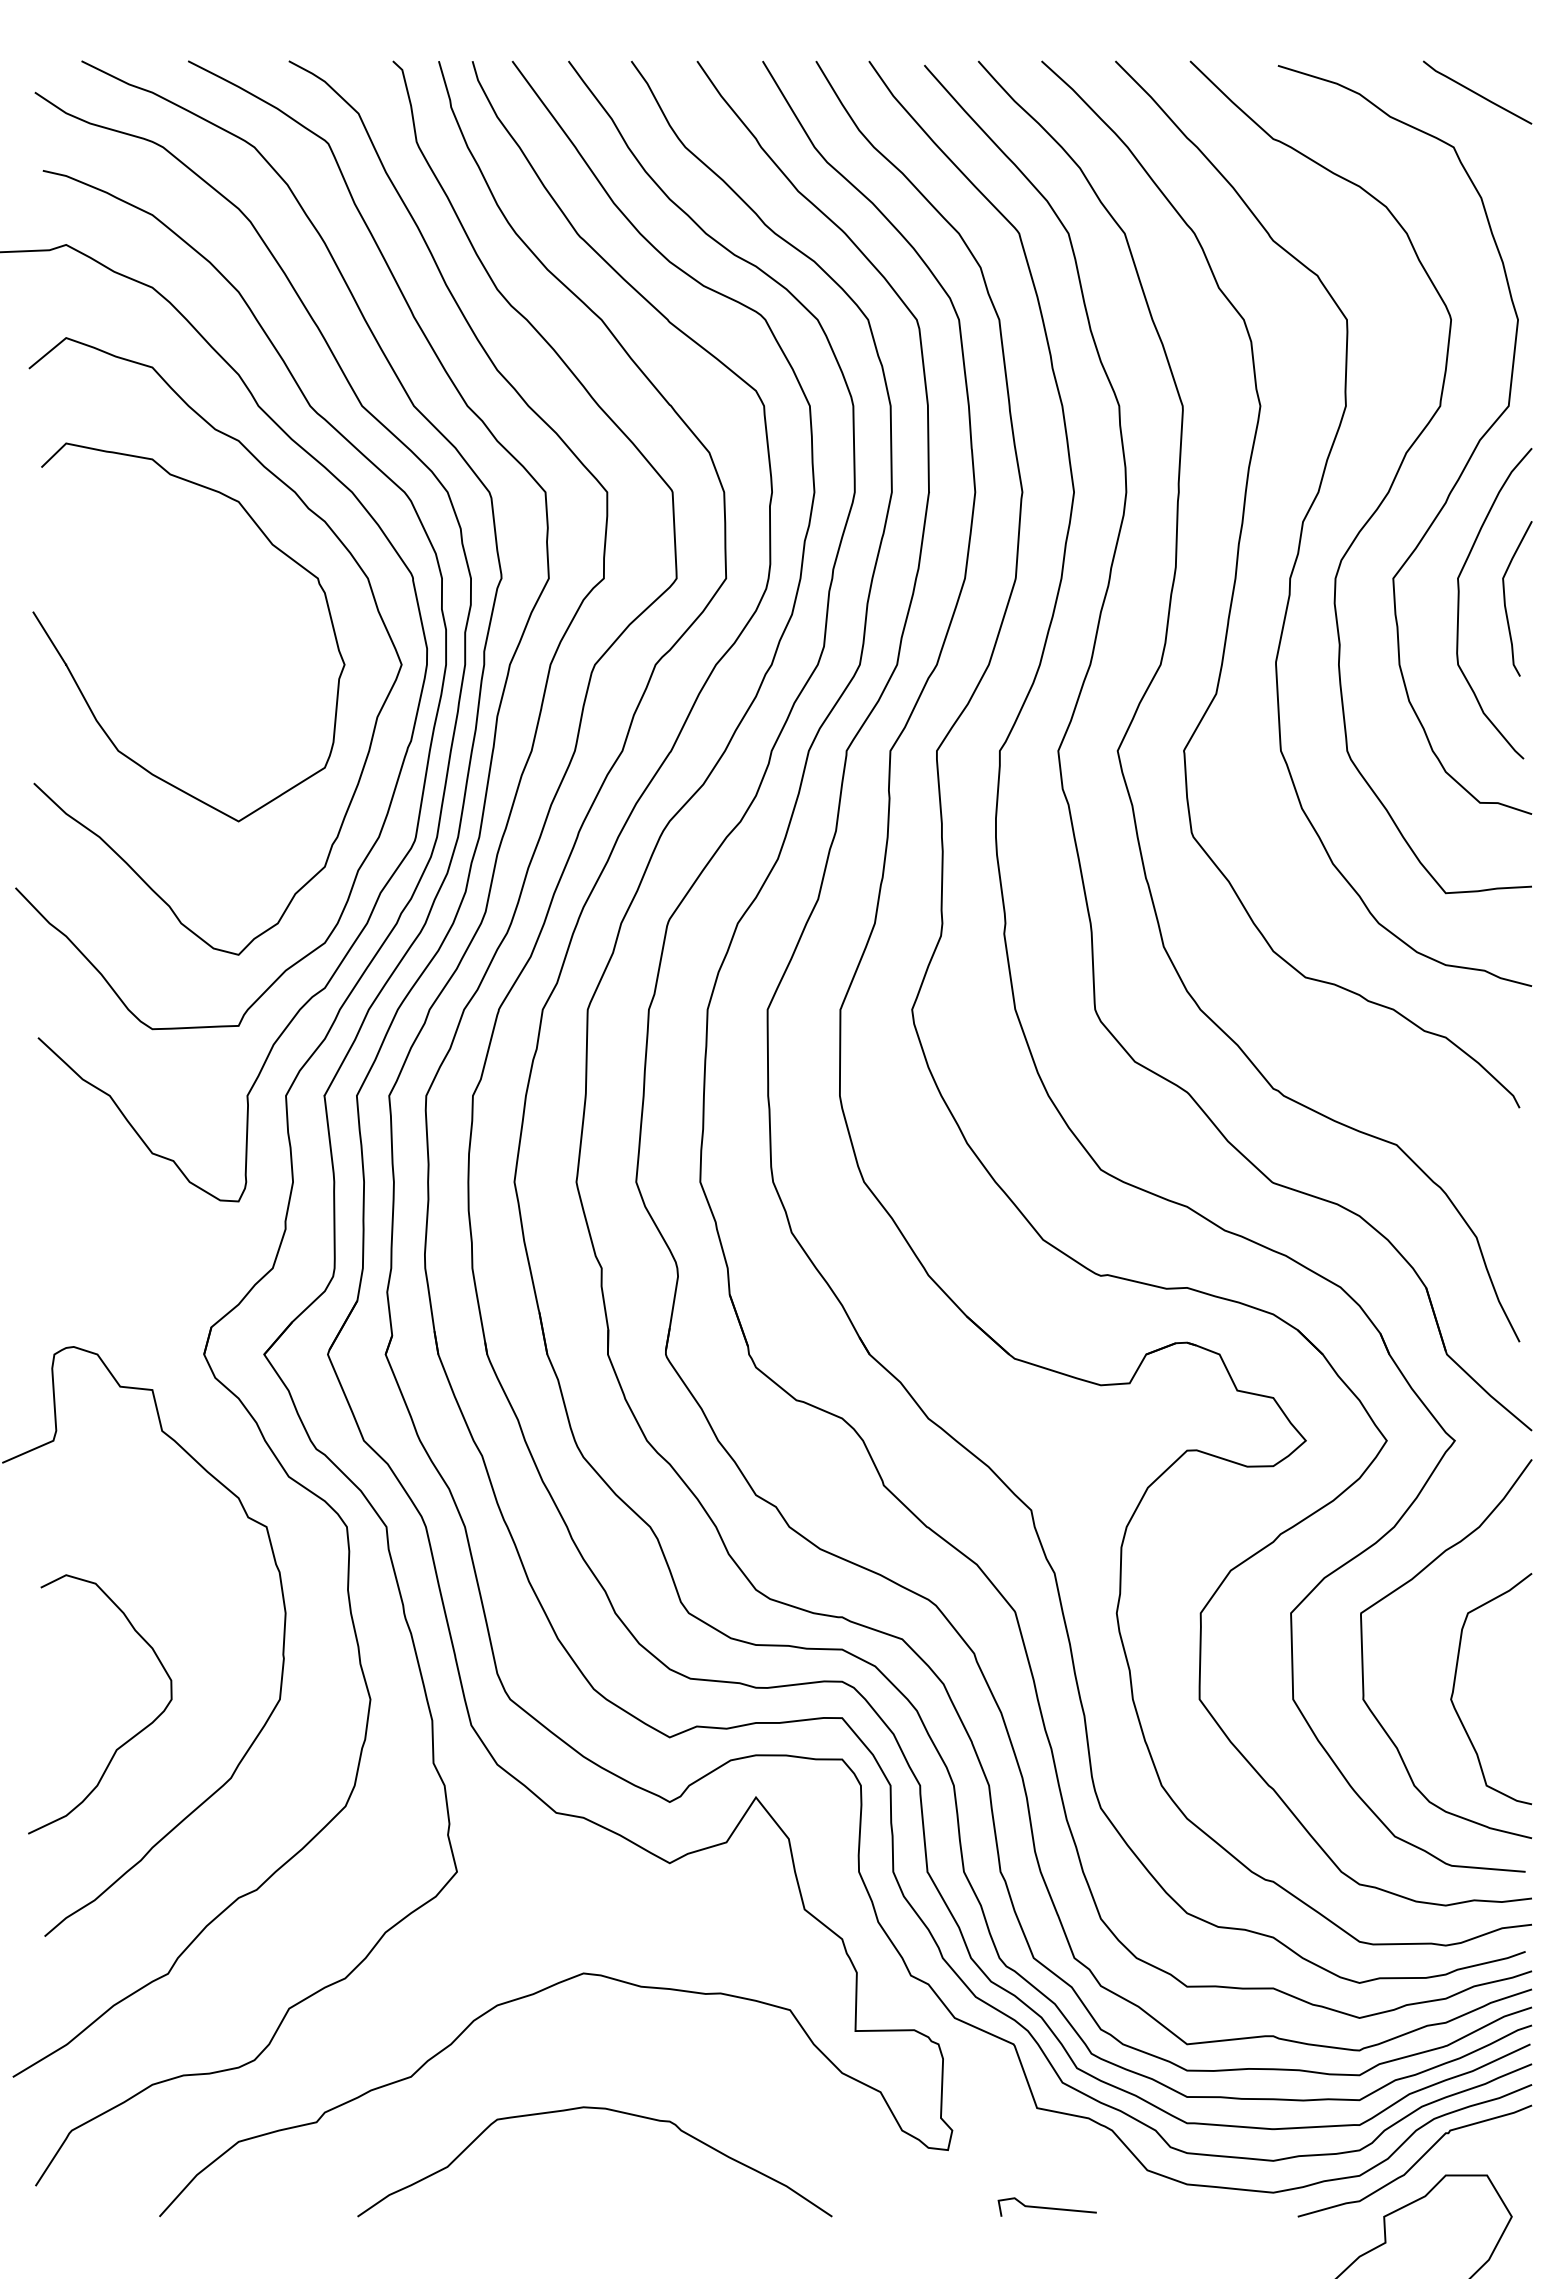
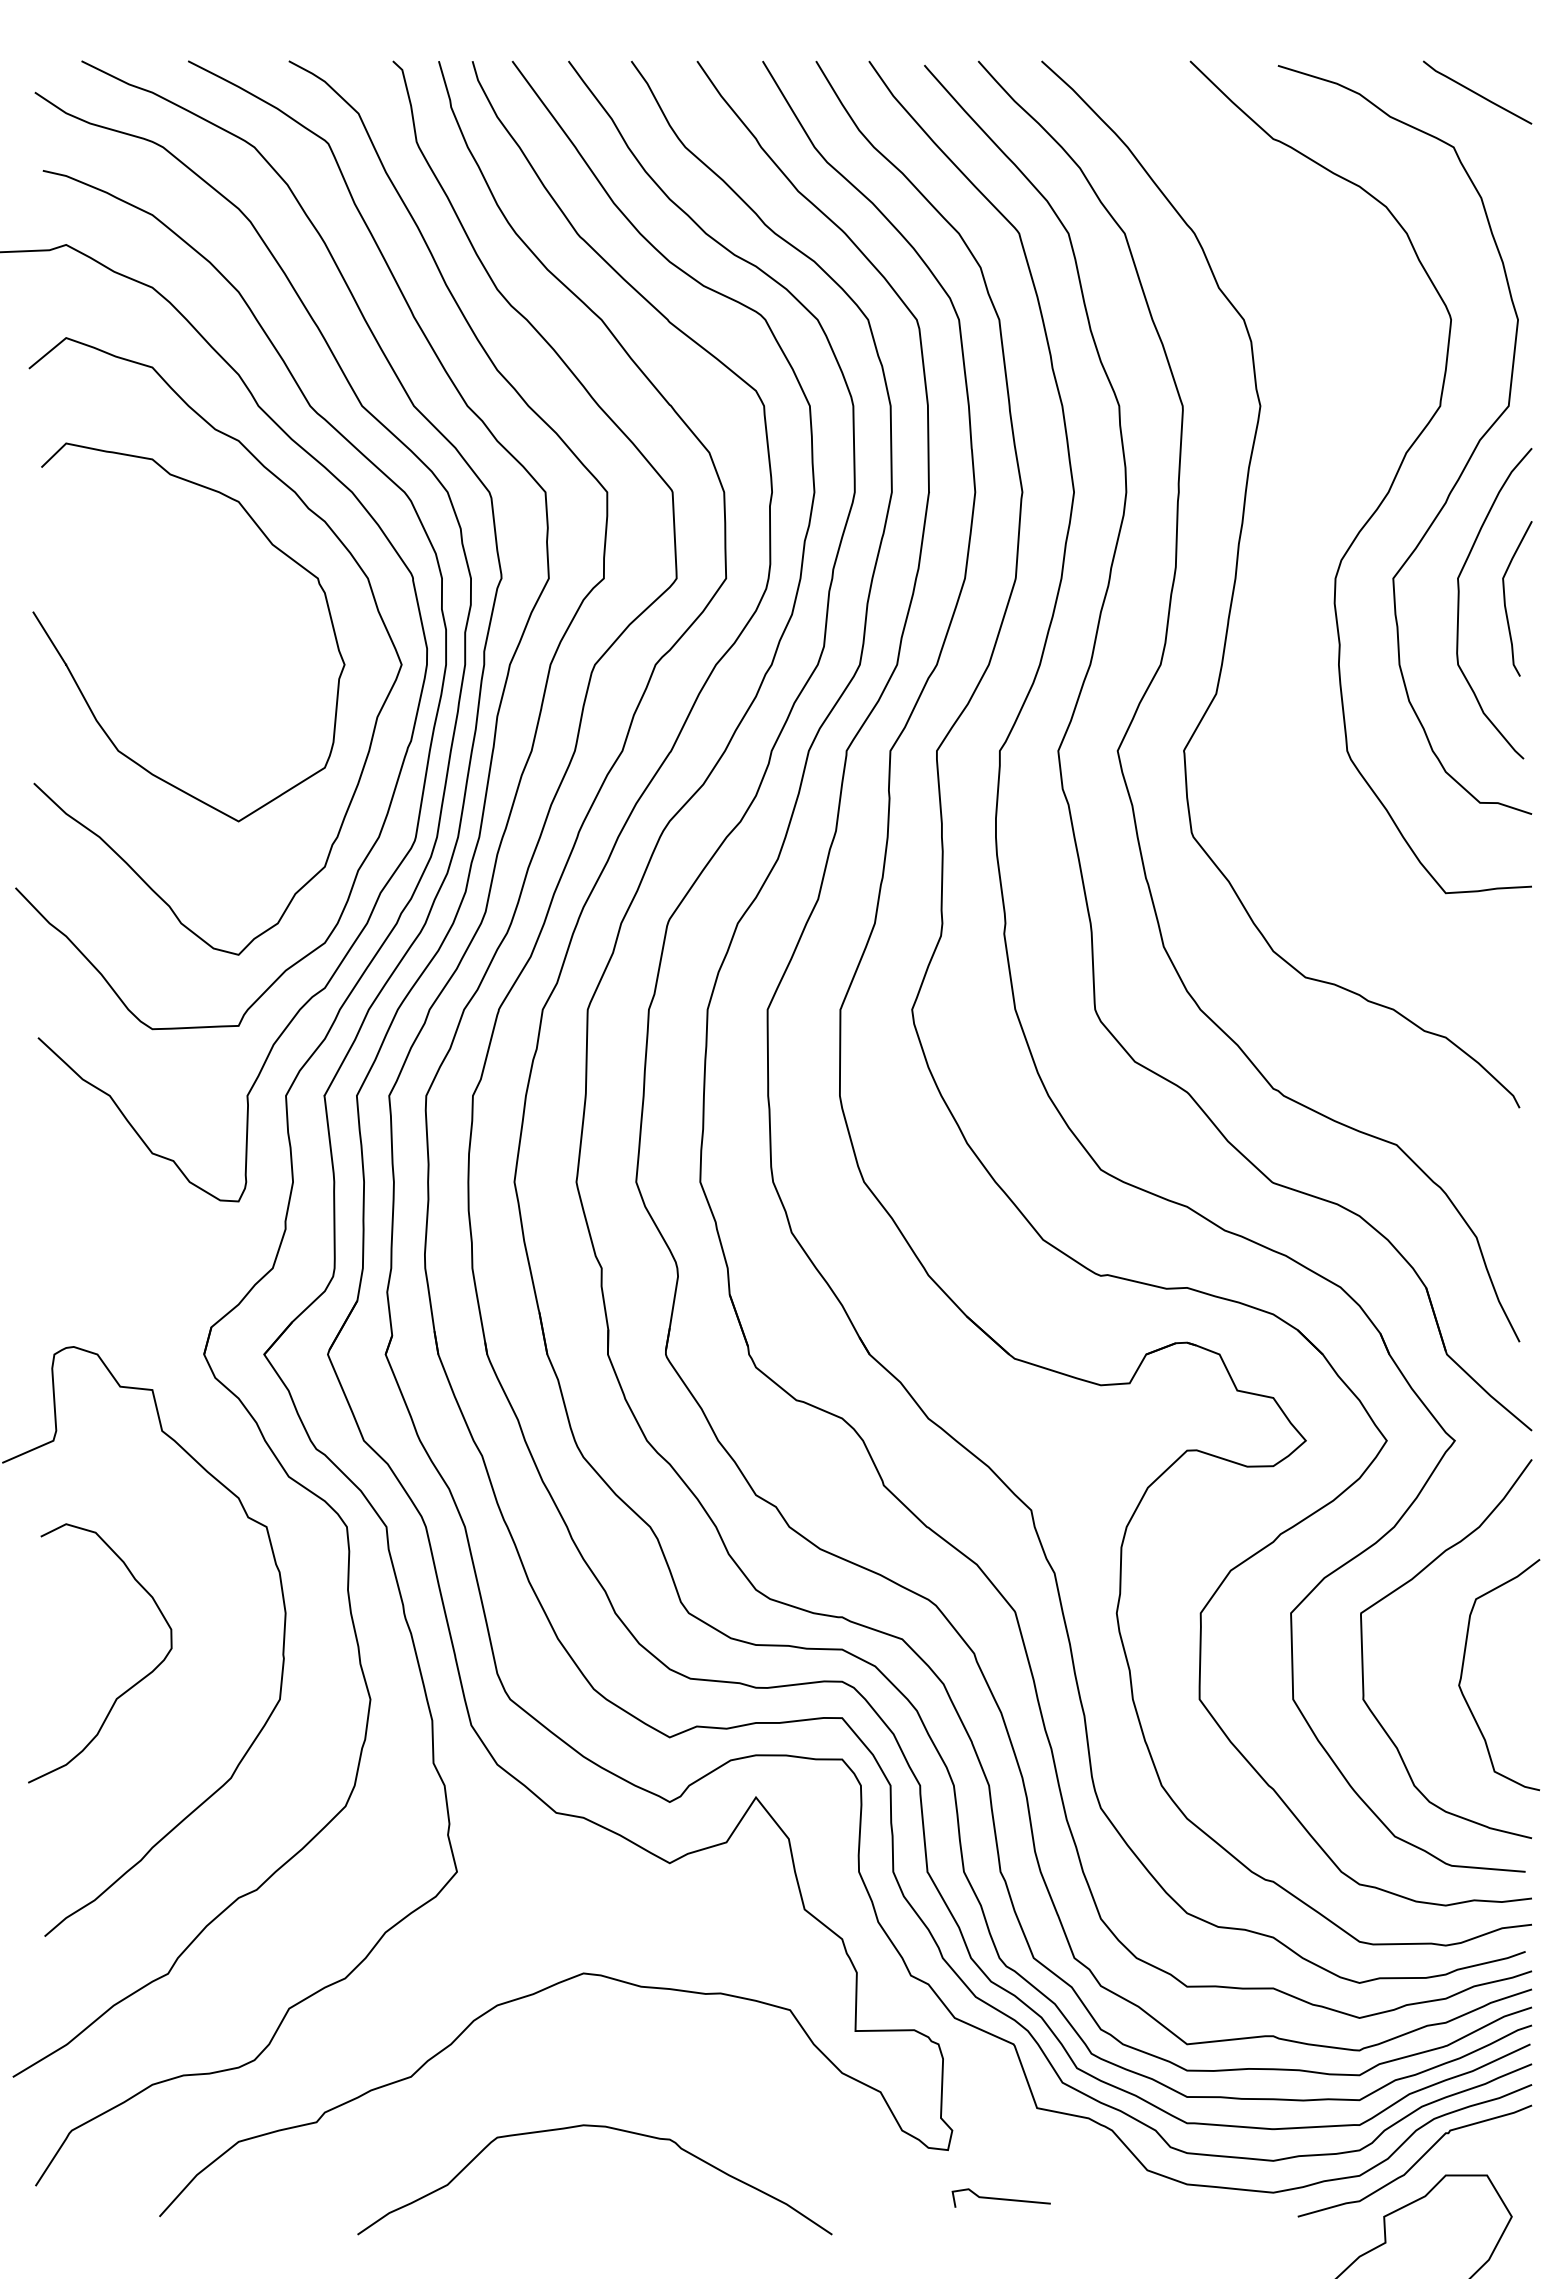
curve at (1307, 515): present -> none
curve at (1455, 1683) position: (1455, 1683) -> (1463, 1669)
curve at (128, 1739) position: (128, 1739) -> (128, 1688)
curve at (598, 2109) position: (598, 2109) -> (598, 2127)
line at (1046, 2207) position: (1046, 2207) -> (1000, 2198)
